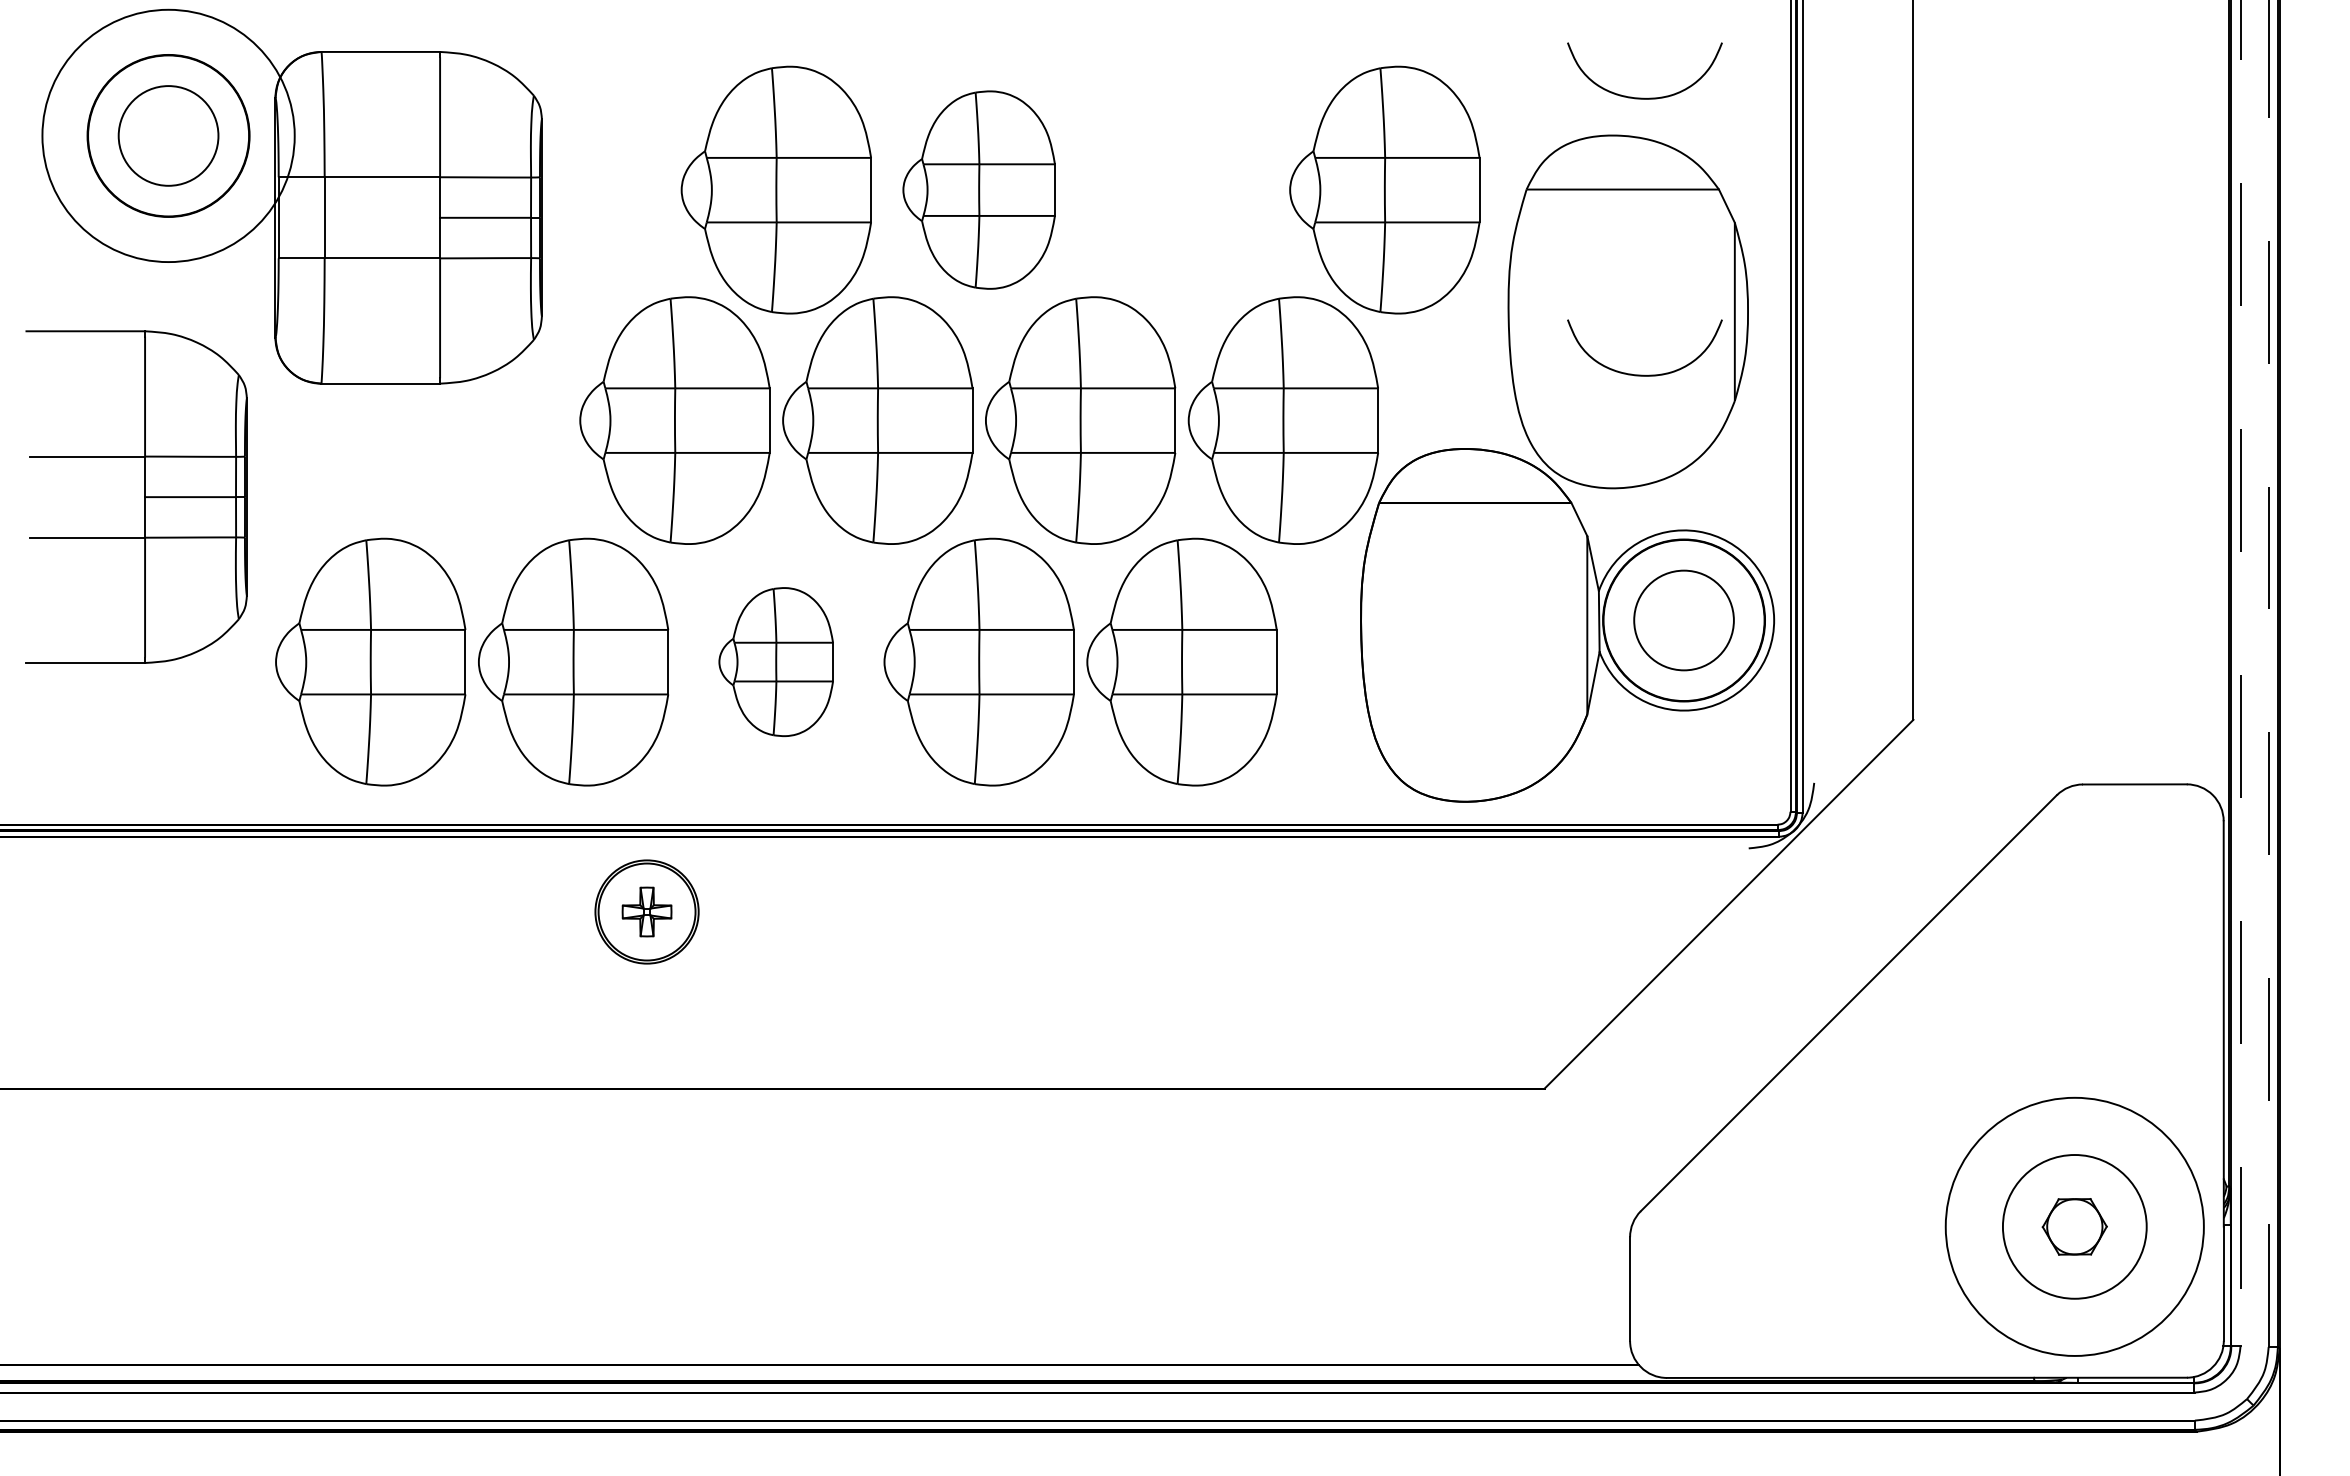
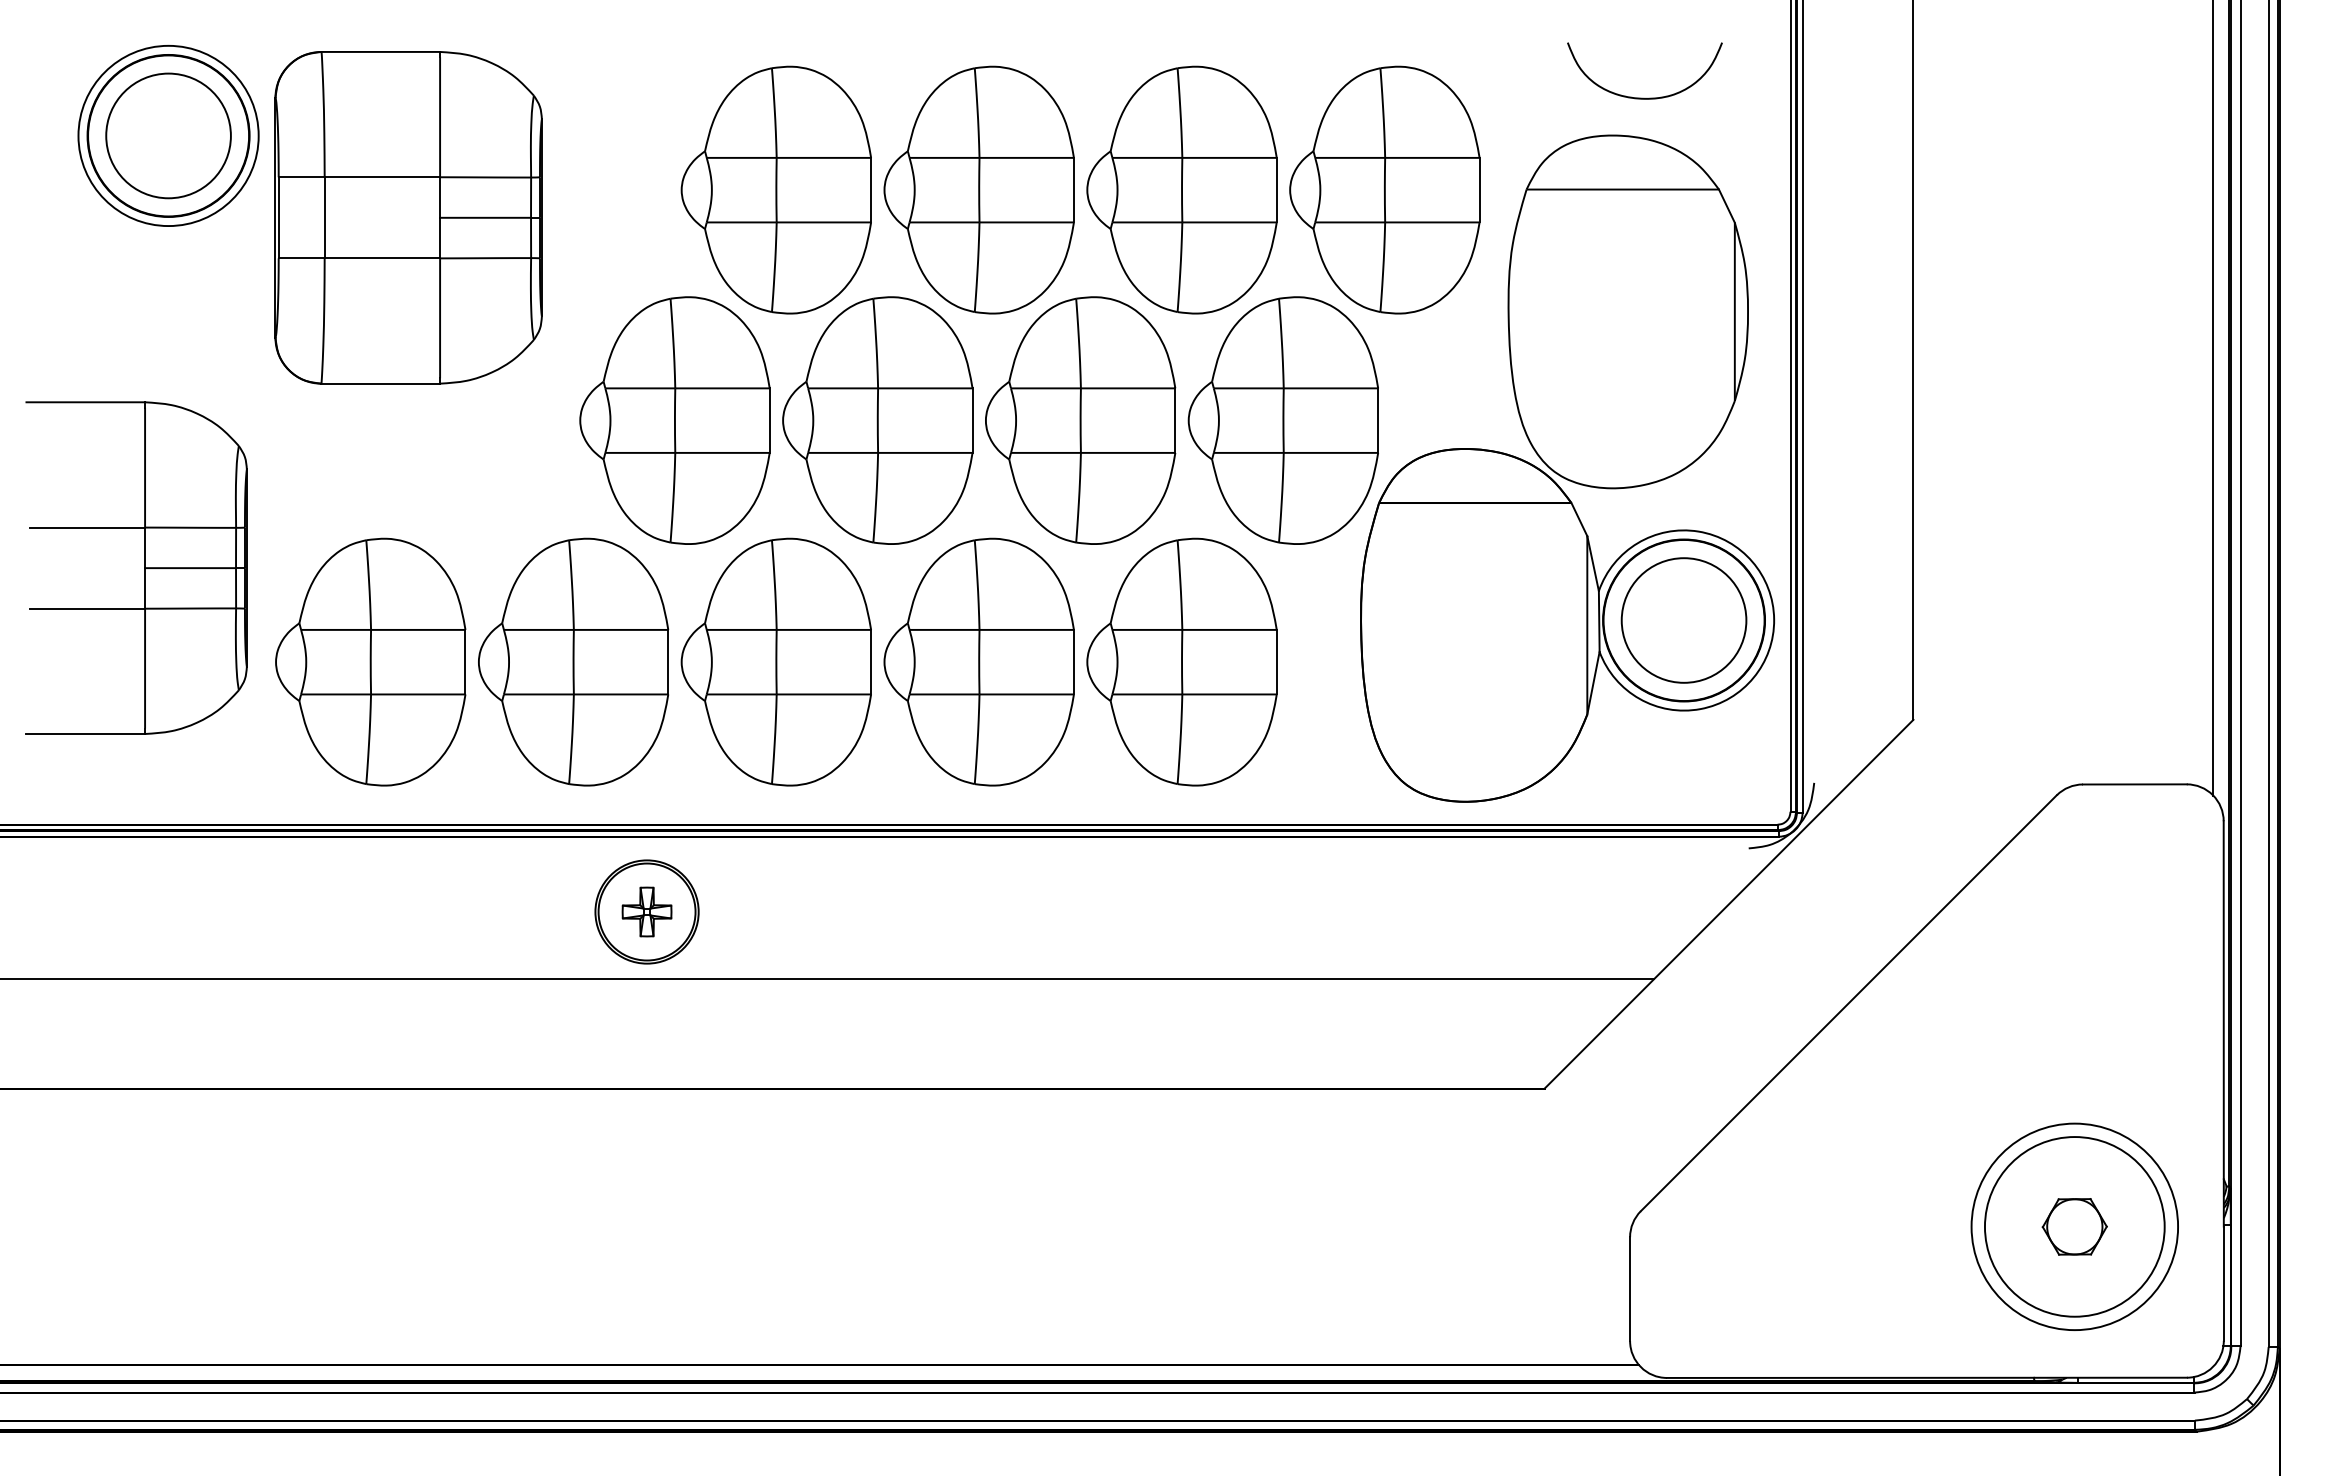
circle at (168, 135) diameter: 100 px -> 125 px
circle at (168, 135) diameter: 252 px -> 180 px
part at (978, 189) size: 154x200 px -> 192x250 px
part at (1181, 189): none -> present
curve at (1644, 374): present -> none
line at (2213, 398): none -> present
part at (144, 496) position: (144, 496) -> (144, 567)
circle at (1683, 620) diameter: 100 px -> 125 px
part at (775, 661) size: 116x150 px -> 192x250 px
line at (2240, 673): dashed -> solid
line at (2268, 673): dashed -> solid
line at (827, 979): none -> present
circle at (2074, 1226) diameter: 144 px -> 180 px
circle at (2074, 1226) diameter: 258 px -> 207 px
